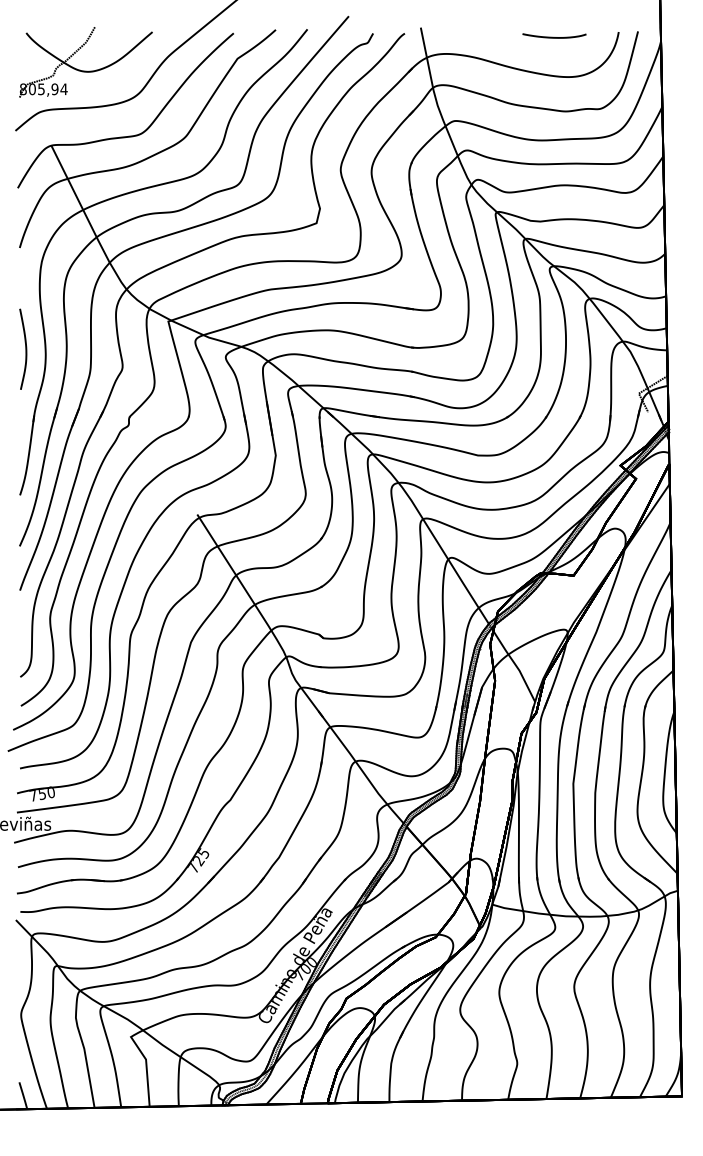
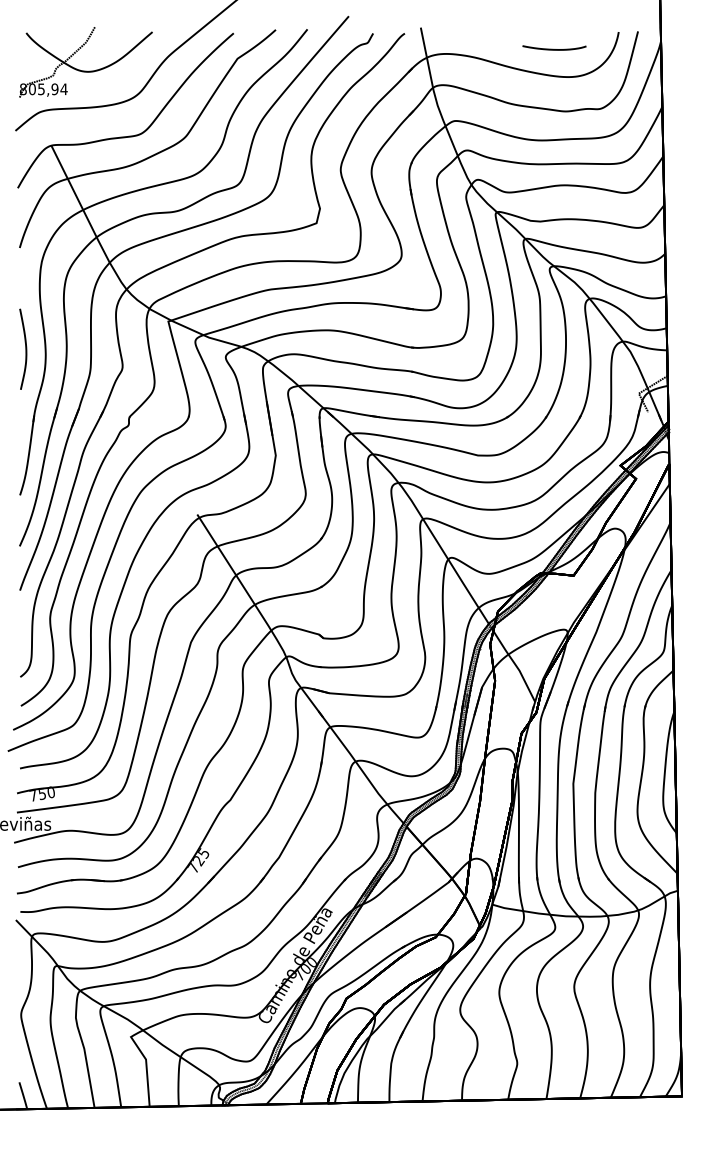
part at (554, 35) position: (554, 35) -> (554, 47)
